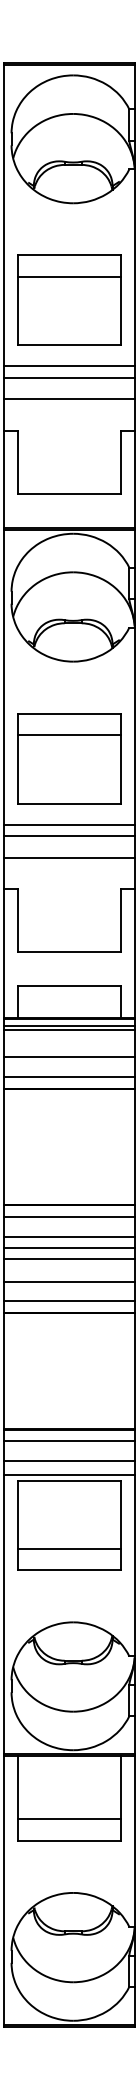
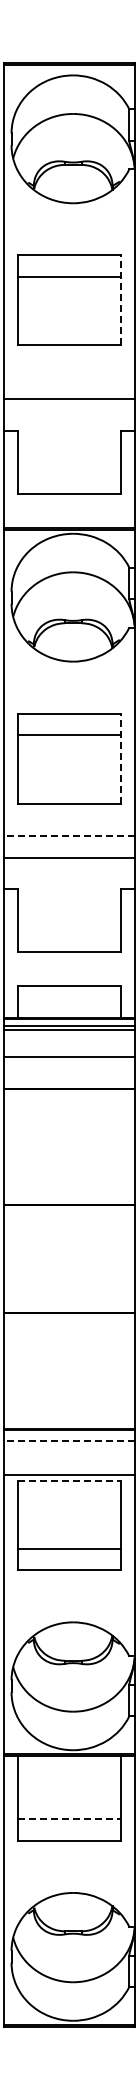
line at (121, 300): solid -> dashed
line at (69, 366): present -> none
line at (69, 377): present -> none
line at (121, 758): solid -> dashed
line at (69, 824): present -> none
line at (69, 835): solid -> dashed
line at (69, 1076): present -> none
line at (69, 1217): present -> none
line at (69, 1236): present -> none
line at (69, 1248): present -> none
line at (69, 1258): present -> none
line at (69, 1281): present -> none
line at (69, 1301): present -> none
line at (69, 1441): solid -> dashed
line at (69, 1460): present -> none
line at (69, 1480): solid -> dashed
line at (69, 1819): solid -> dashed
